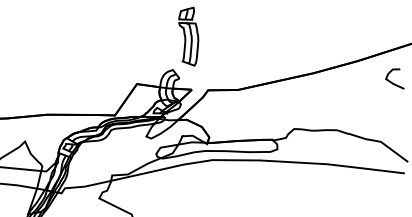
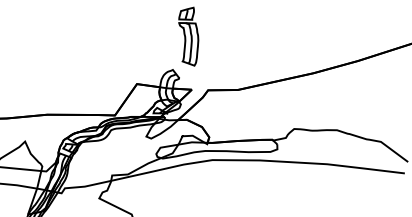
curve at (393, 82): present -> none
